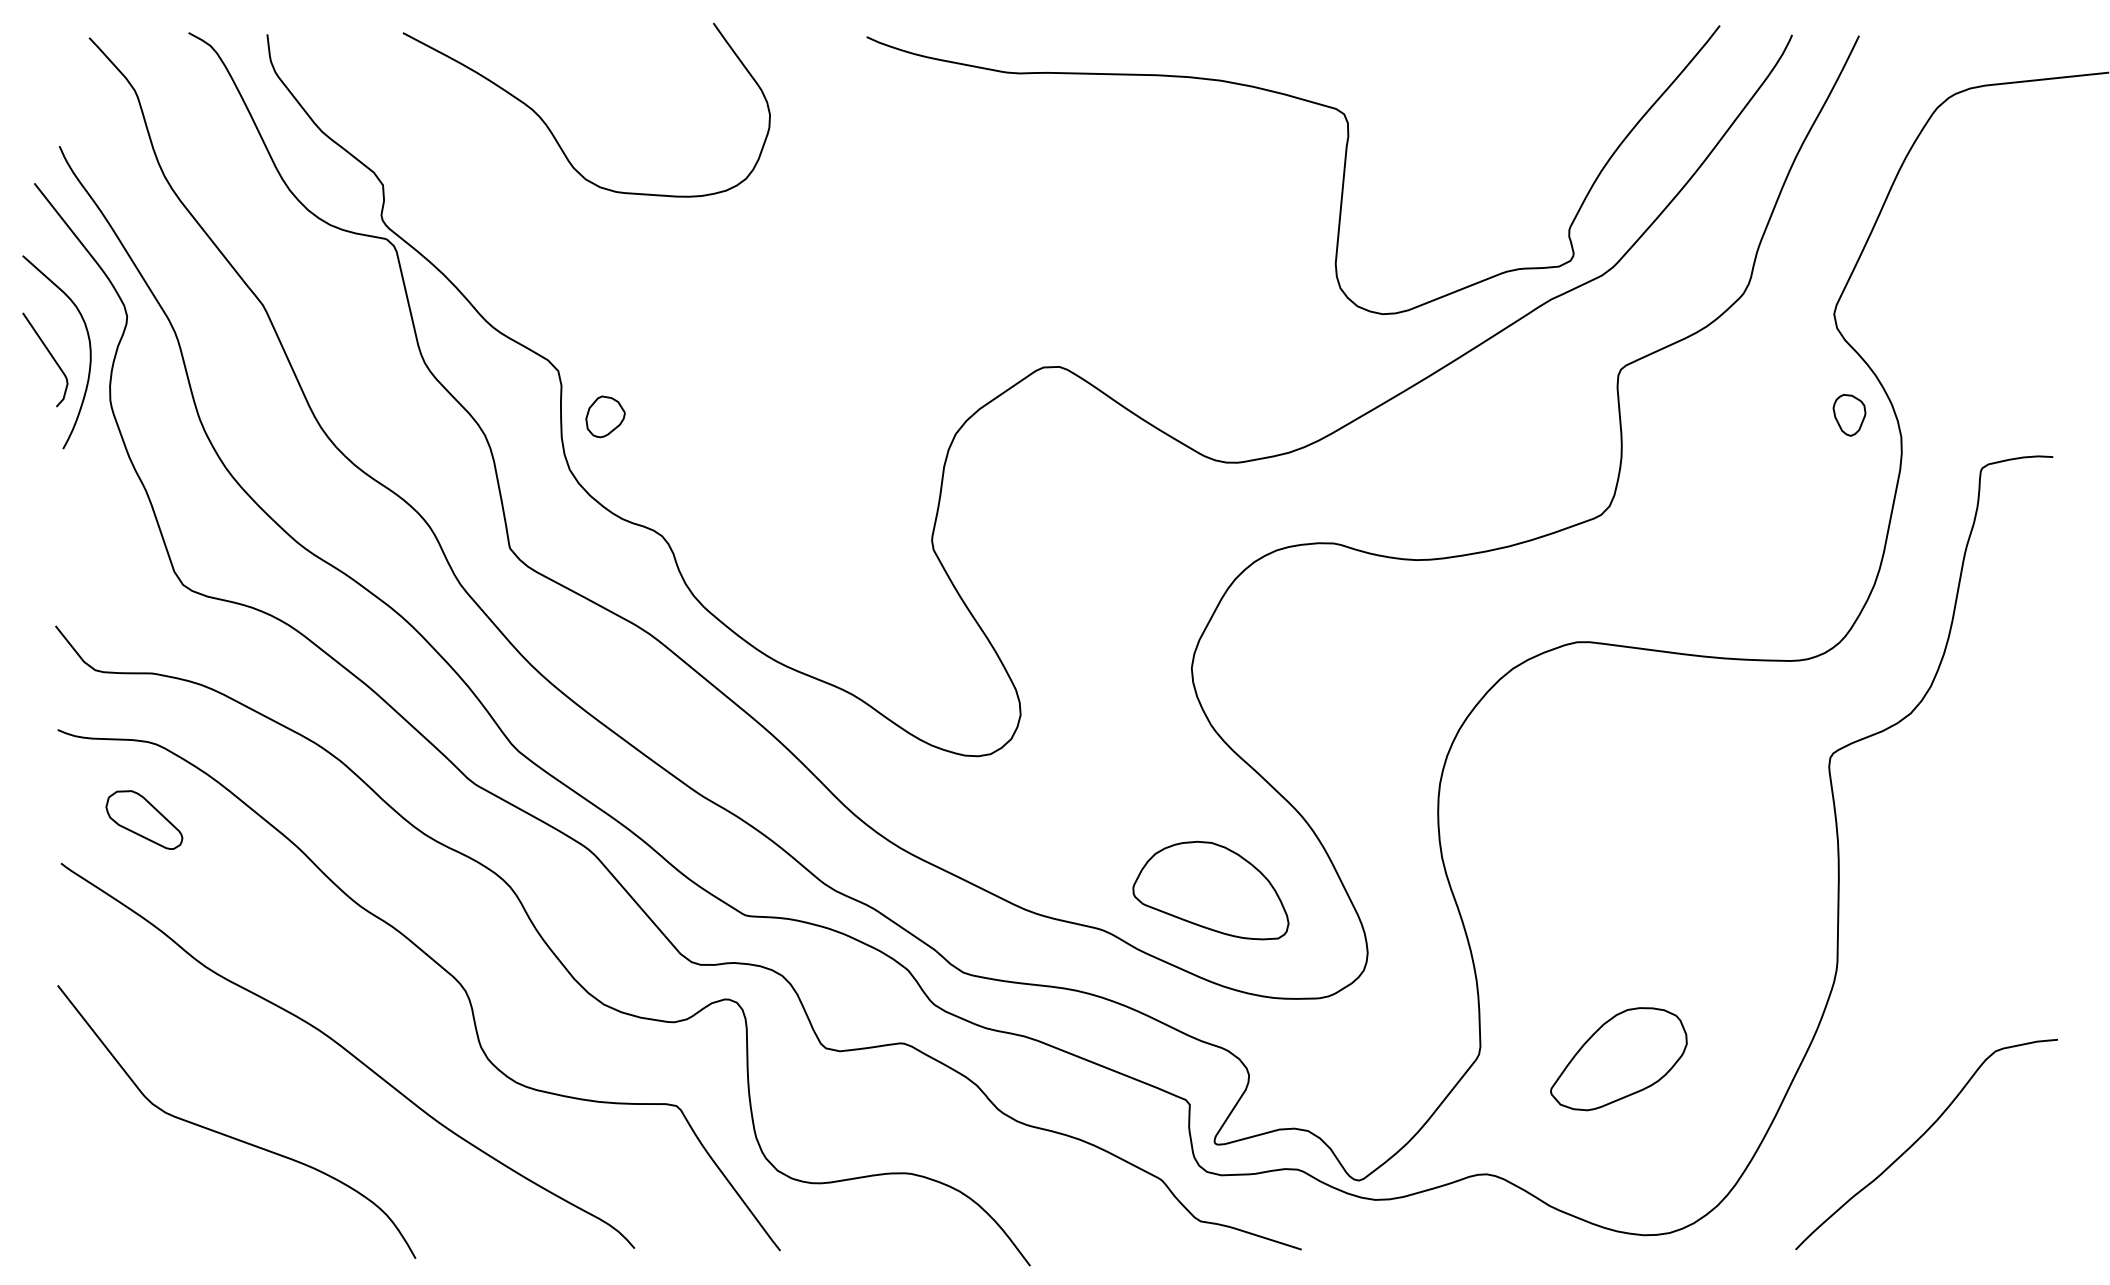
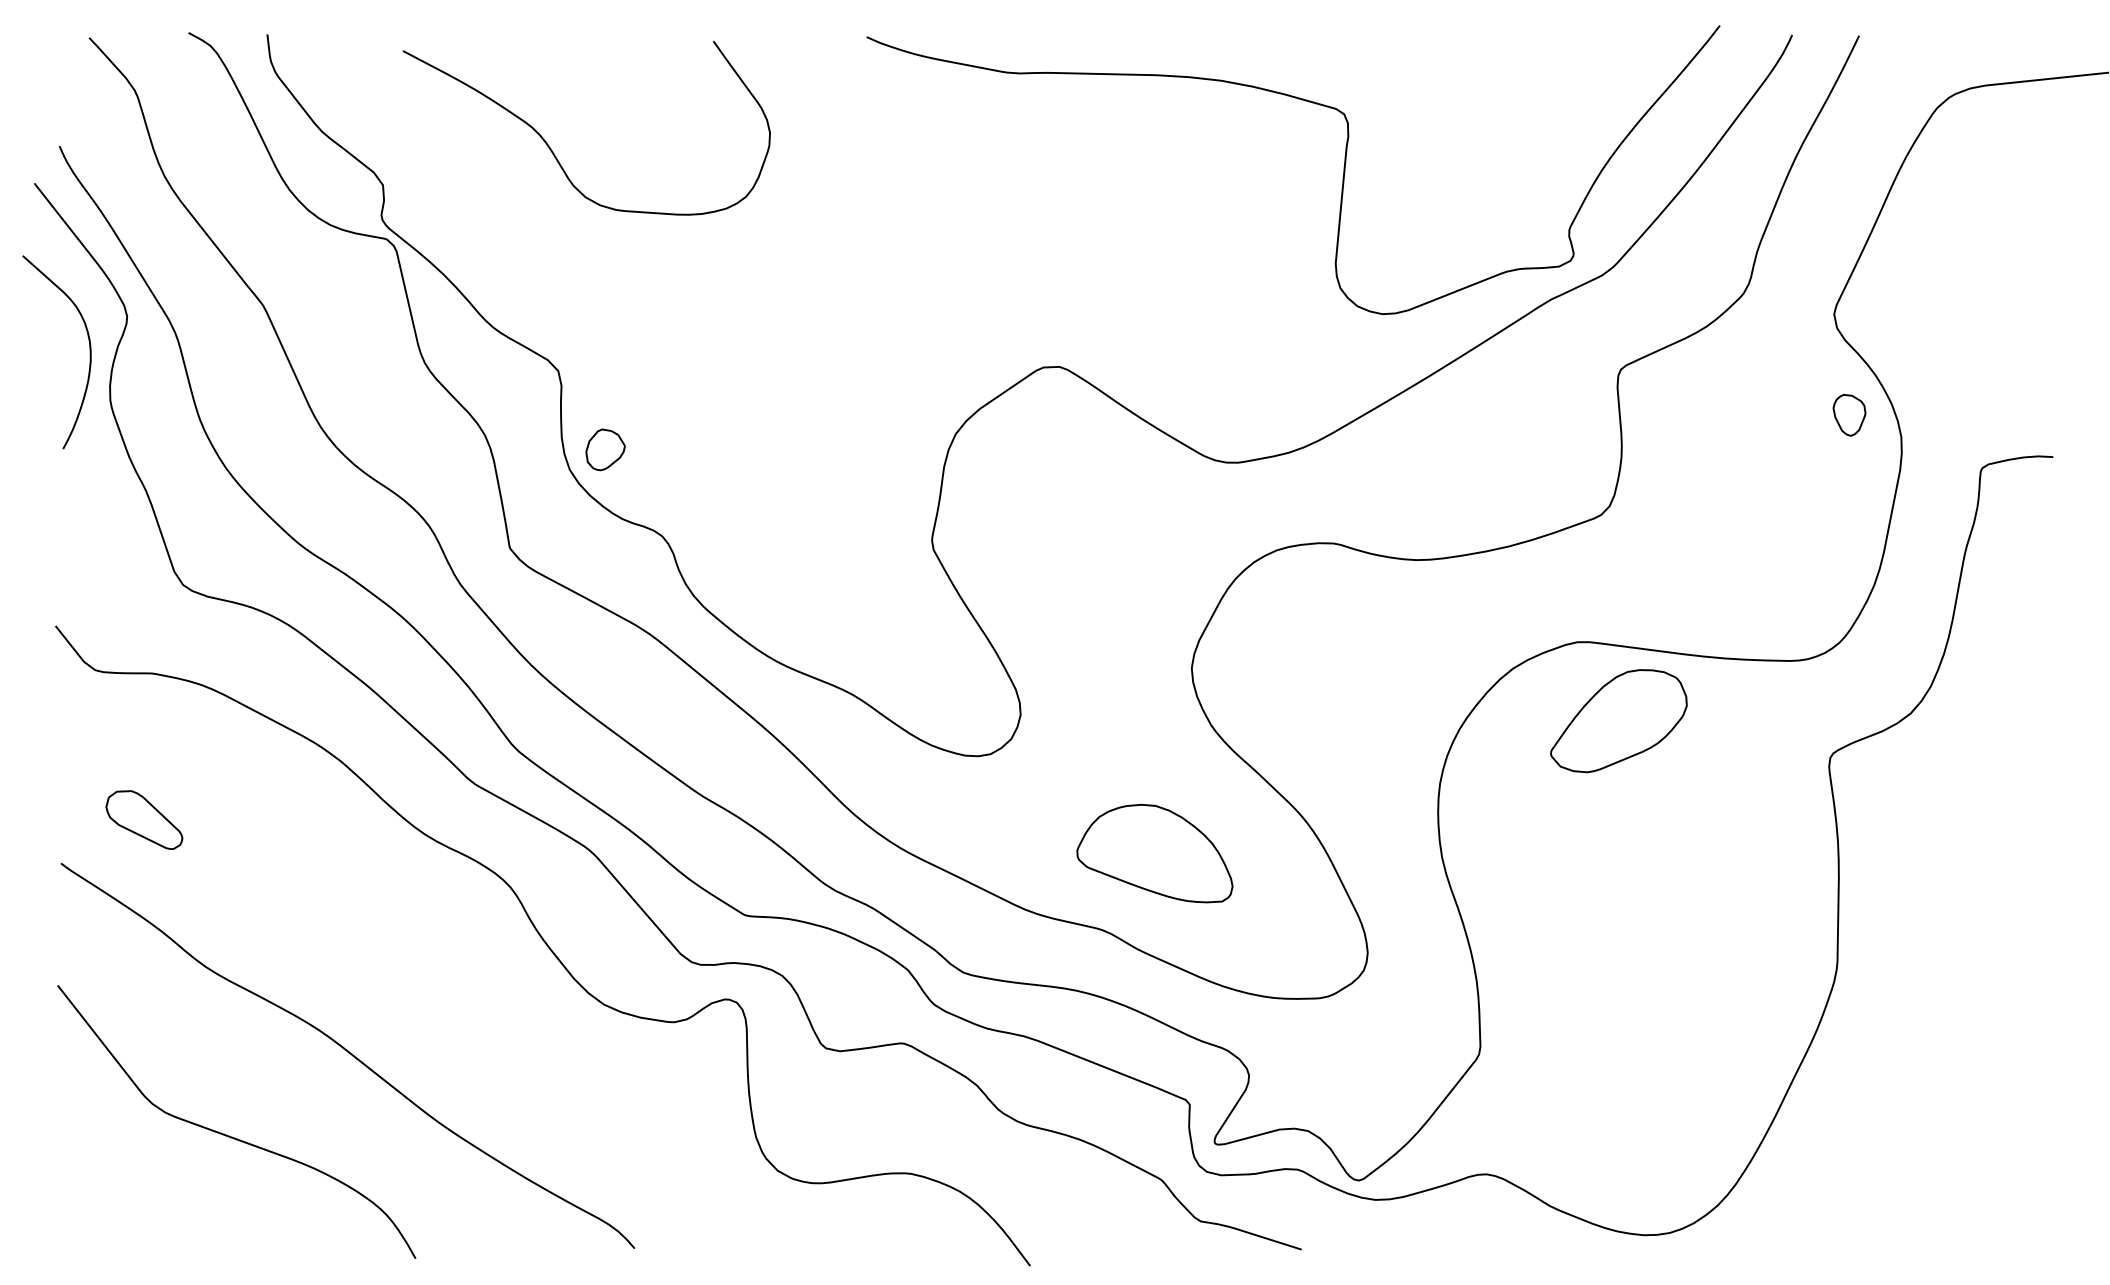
curve at (553, 133) position: (553, 133) -> (553, 151)
curve at (51, 357): present -> none
part at (605, 416) position: (605, 416) -> (605, 449)
part at (1210, 890) position: (1210, 890) -> (1154, 853)
curve at (440, 967): present -> none
part at (1618, 1059) position: (1618, 1059) -> (1618, 721)
curve at (1920, 1138): present -> none
